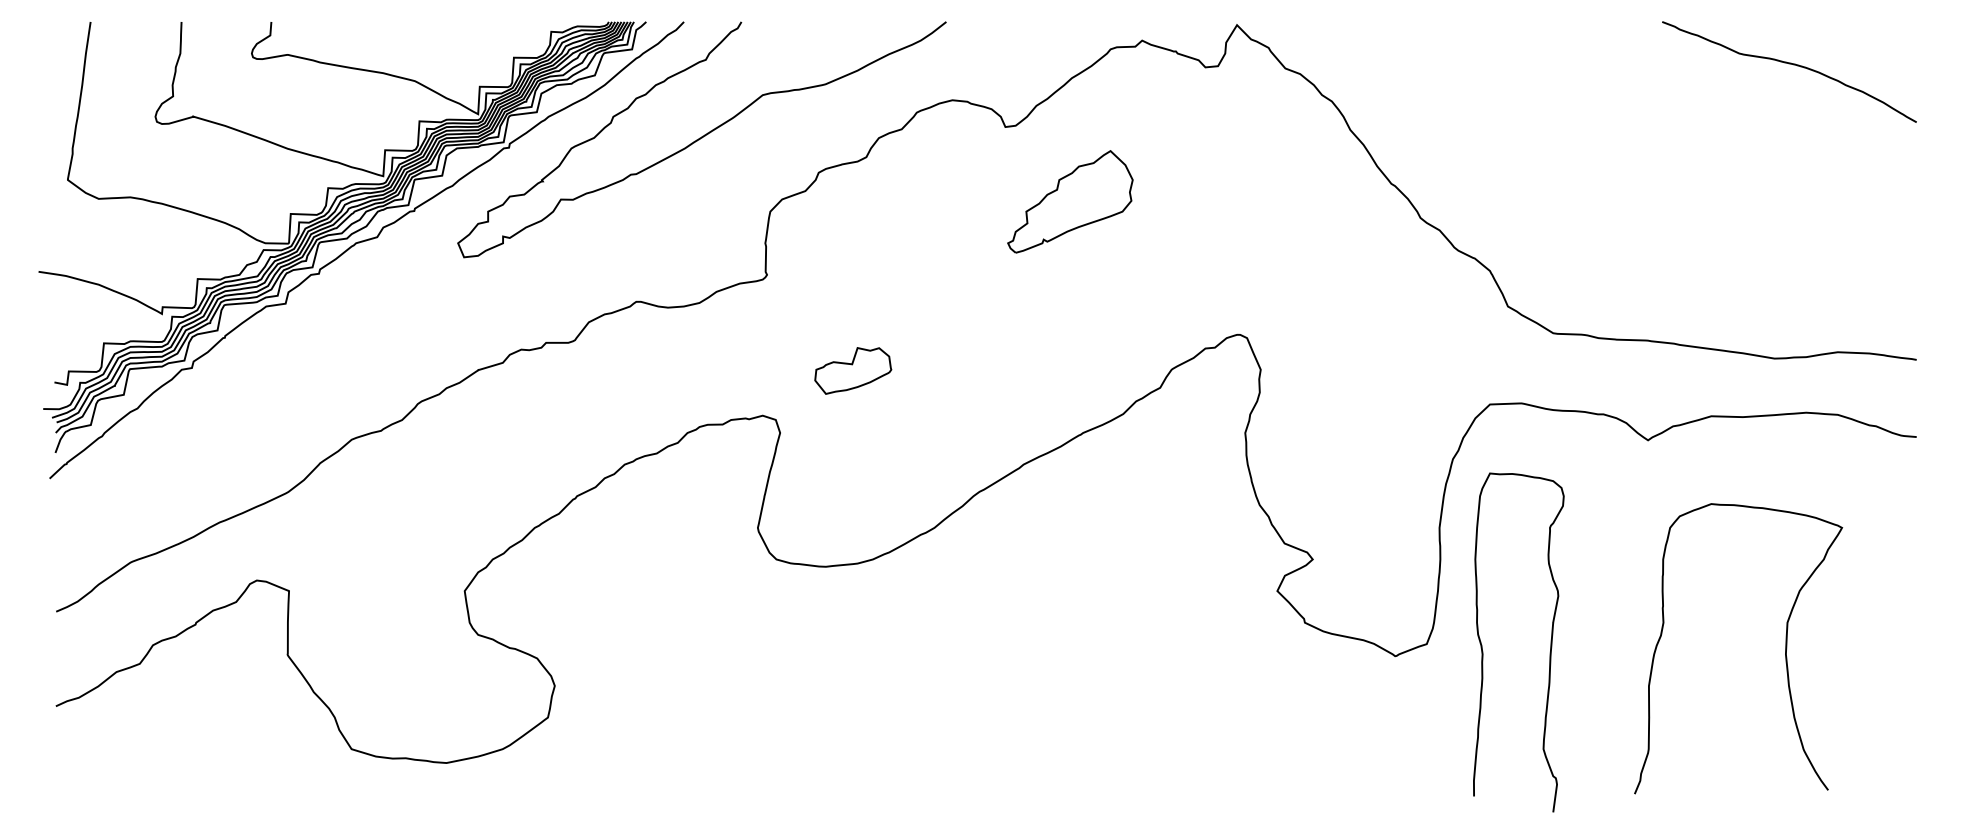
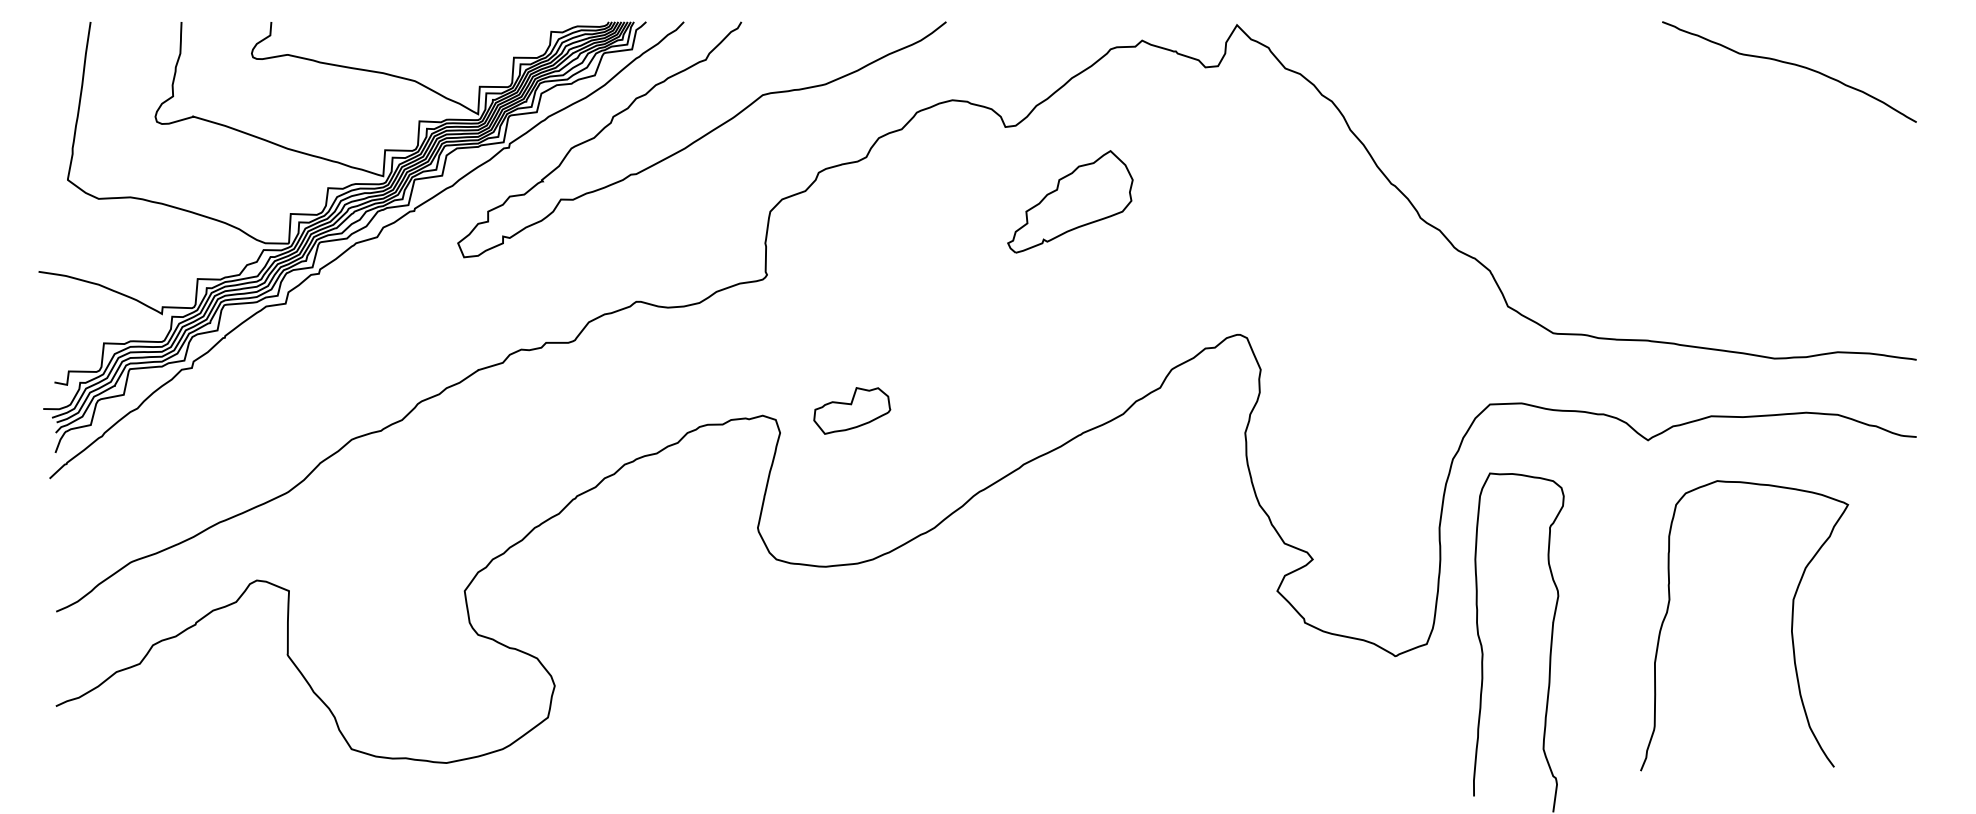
part at (853, 370) position: (853, 370) -> (852, 410)
curve at (1785, 648) position: (1785, 648) -> (1791, 625)
